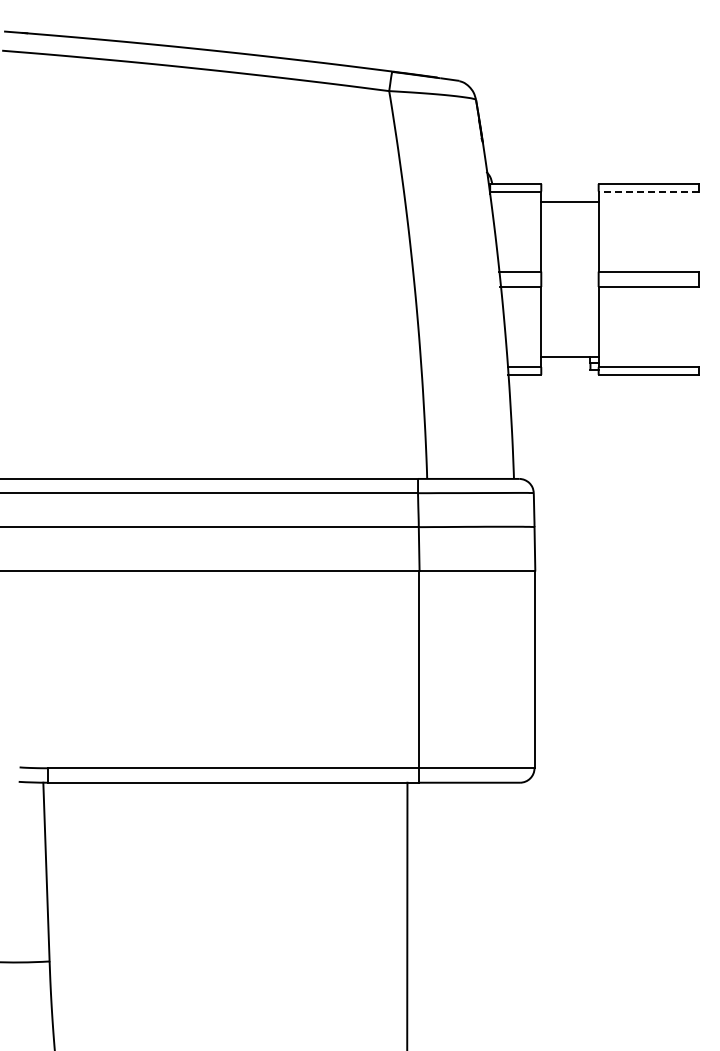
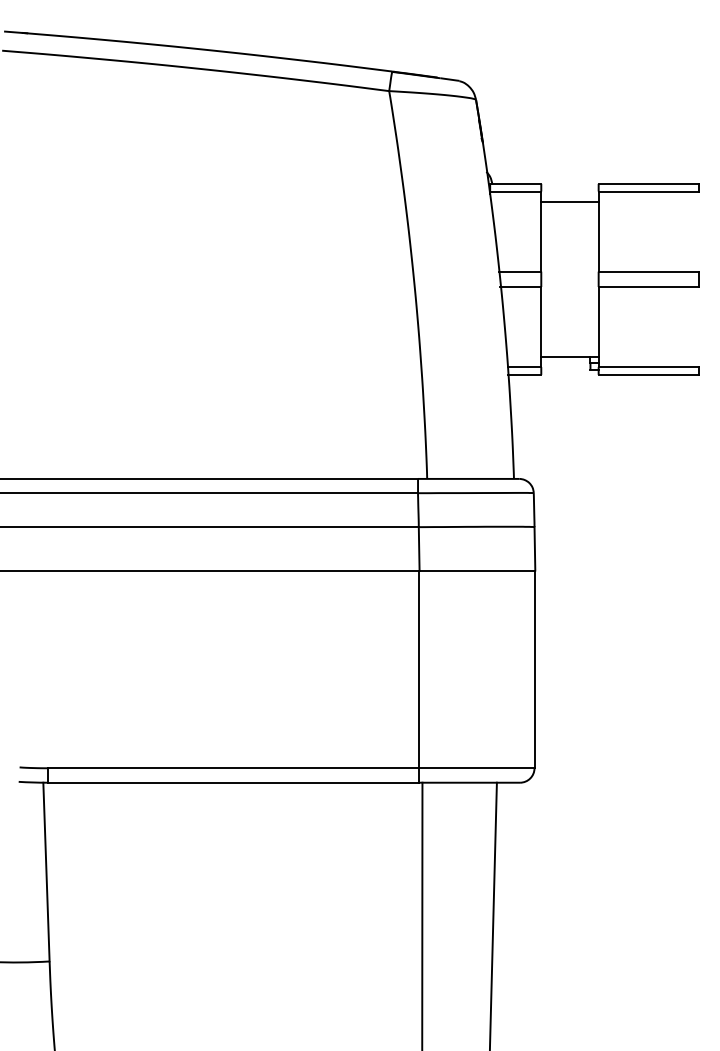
line at (648, 191): dashed -> solid
line at (407, 914) position: (407, 914) -> (422, 914)
line at (492, 914): none -> present
